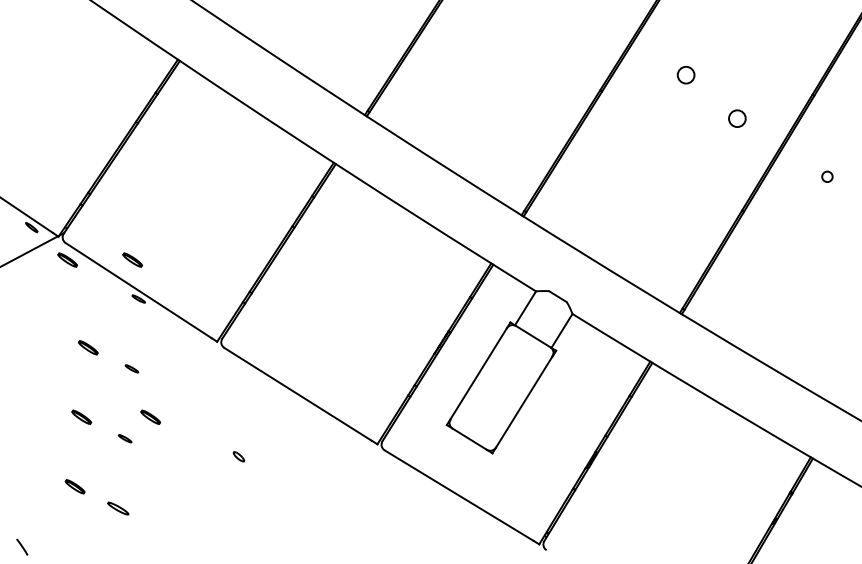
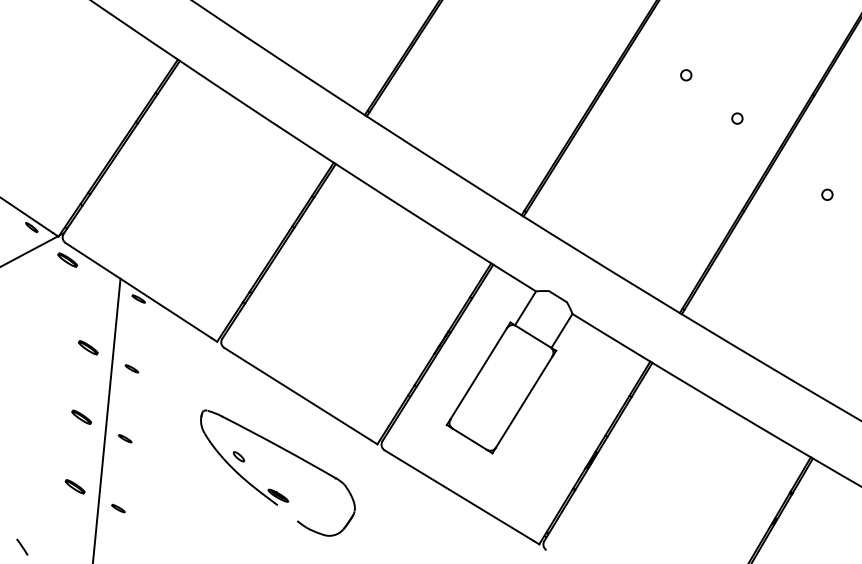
circle at (685, 75) size: 20x19 px -> 13x13 px
circle at (737, 118) size: 19x19 px -> 13x13 px
circle at (827, 176) position: (827, 176) -> (827, 194)
part at (132, 259): present -> none
part at (150, 416): present -> none
line at (106, 419): none -> present
part at (270, 488): none -> present
part at (118, 508) size: 23x15 px -> 15x11 px
